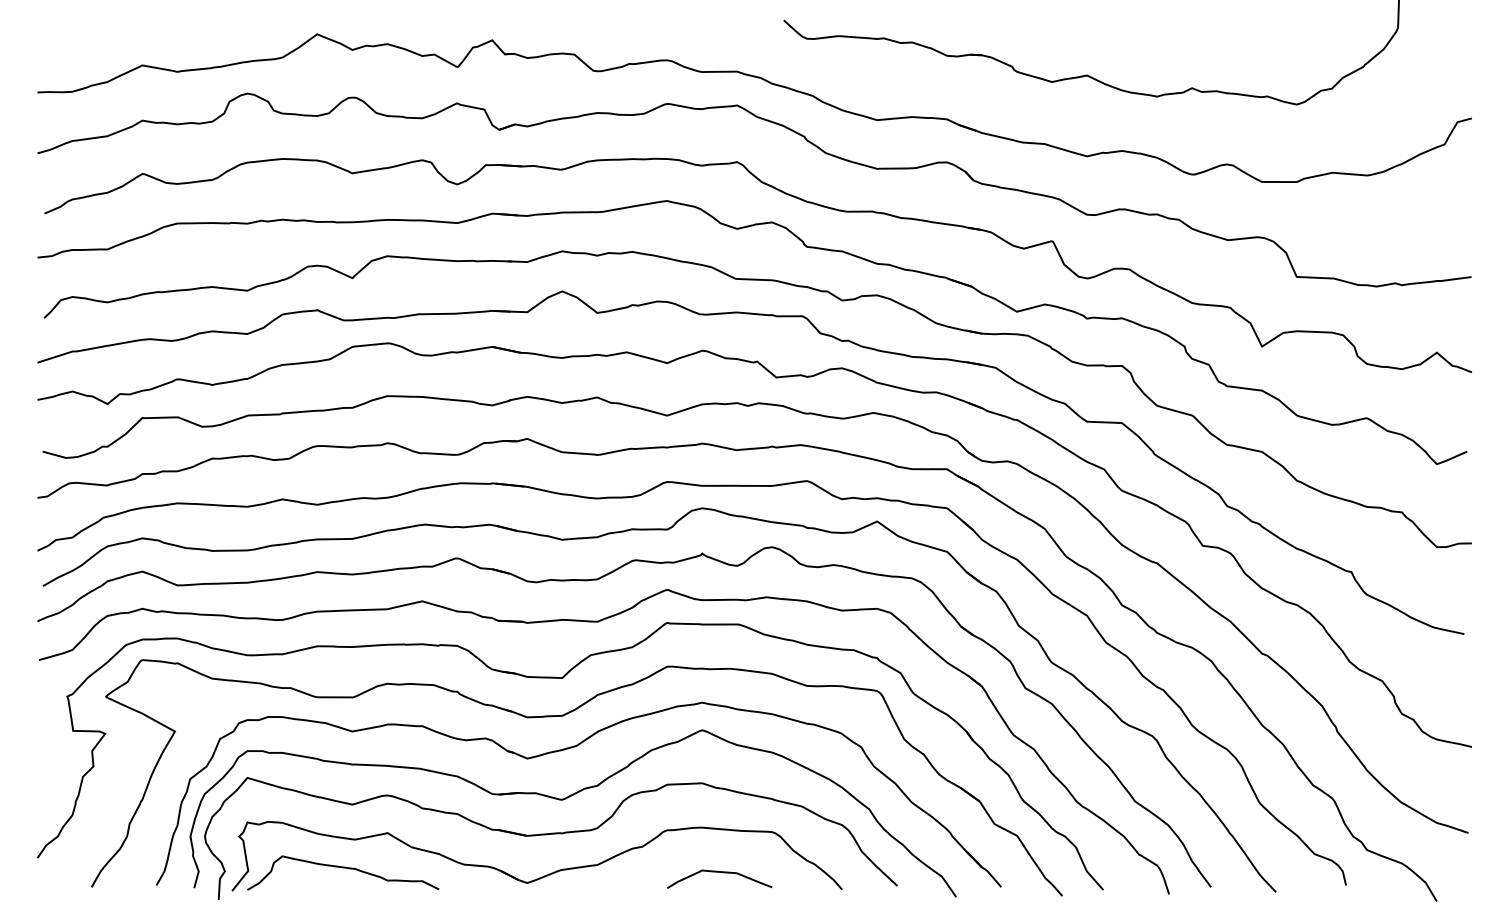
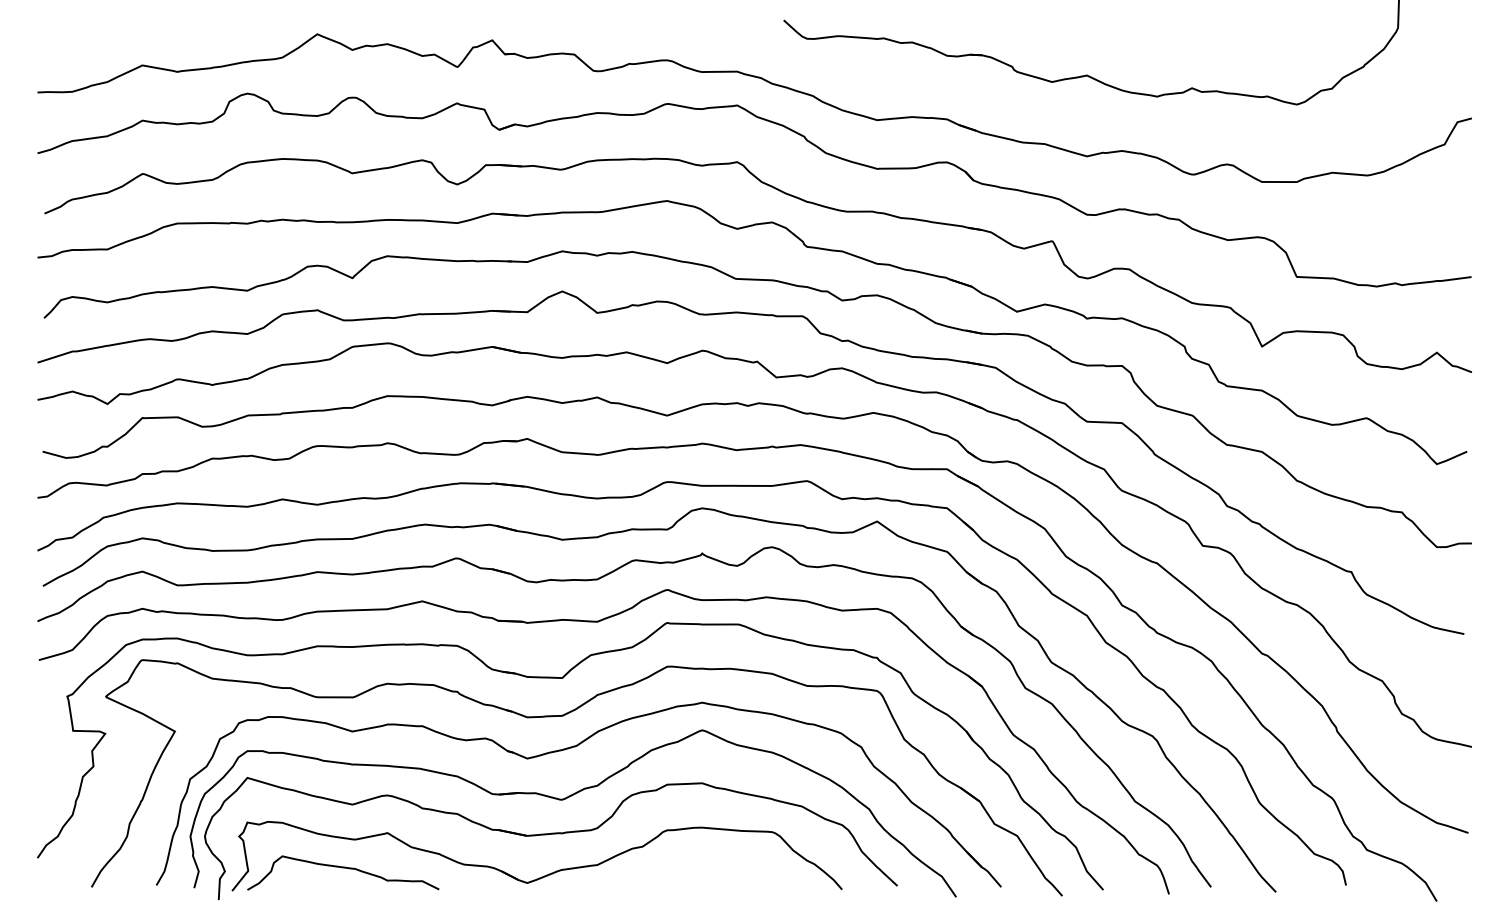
curve at (722, 873): present -> none
